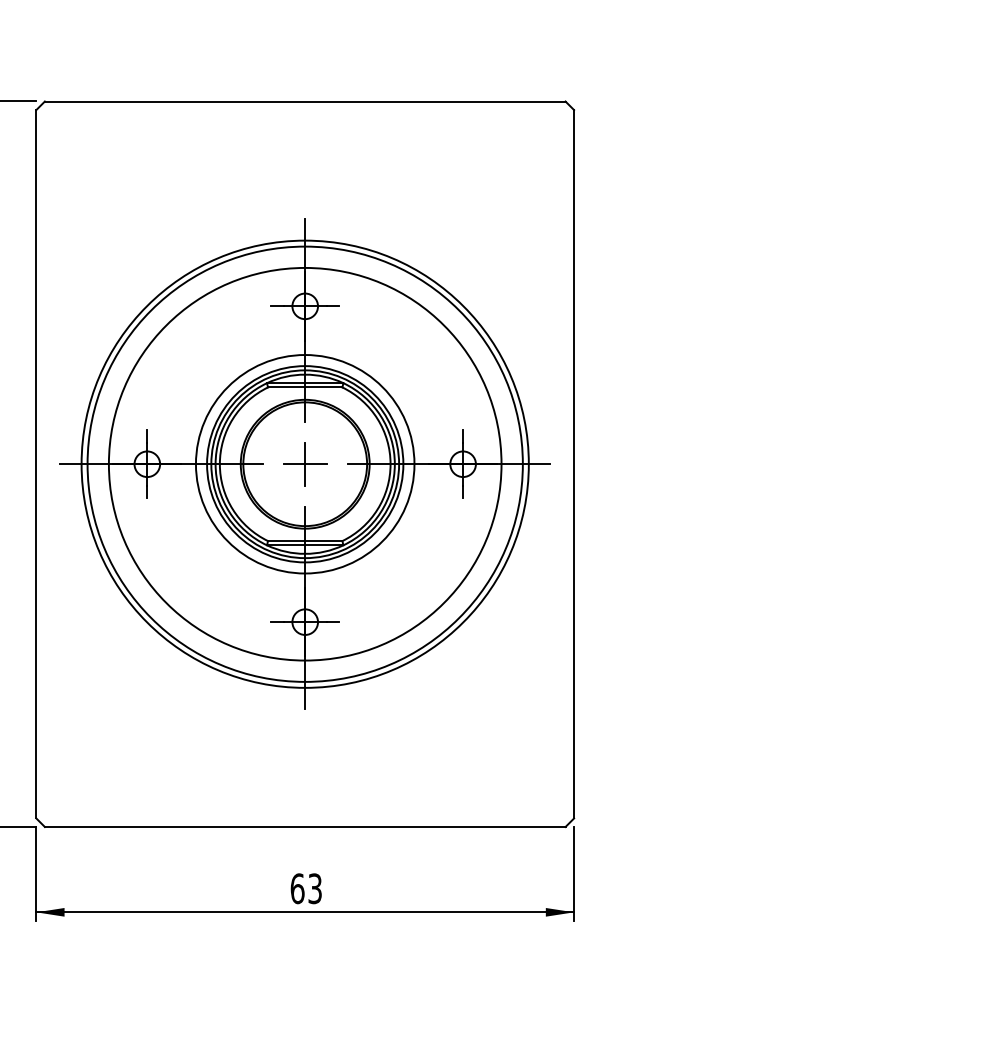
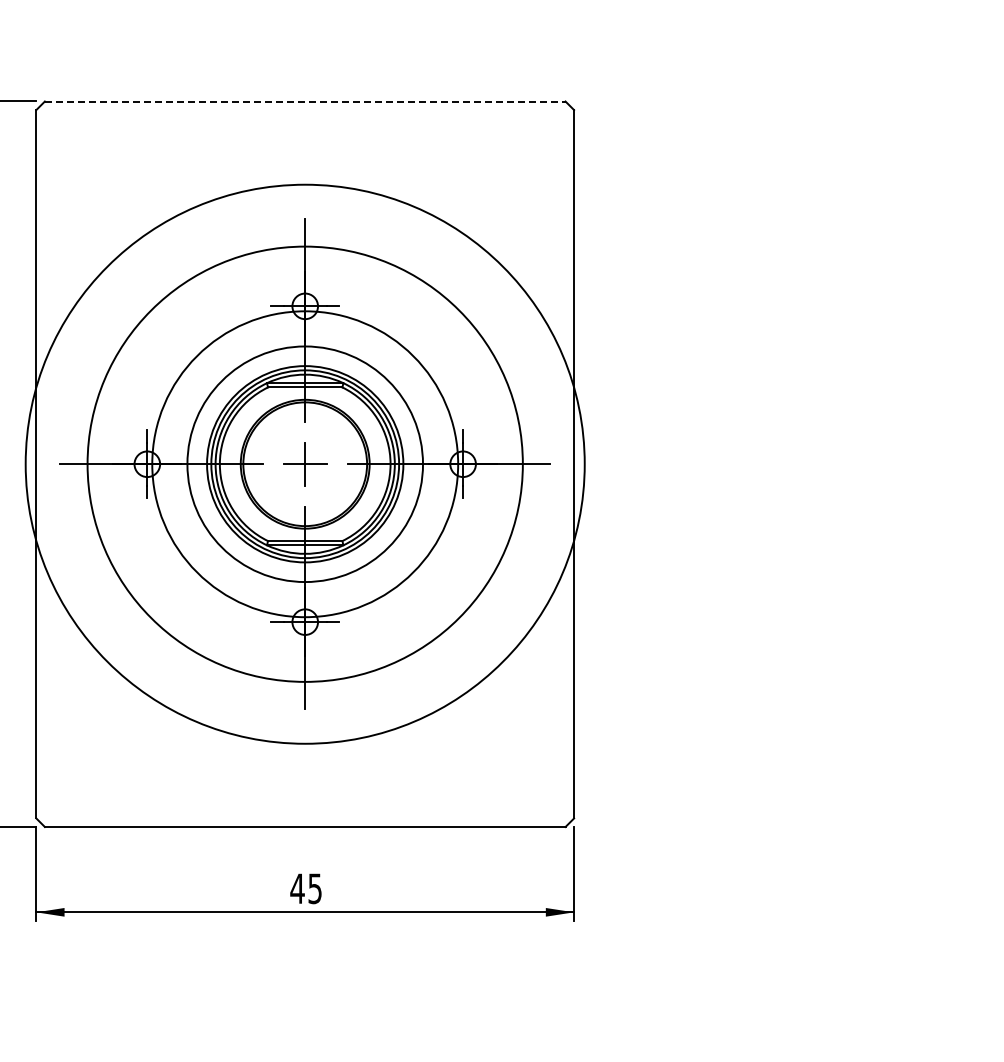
line at (305, 101): solid -> dashed
circle at (304, 463) diameter: 393 px -> 236 px
circle at (304, 463) diameter: 447 px -> 559 px
circle at (304, 464) diameter: 218 px -> 306 px
text at (305, 888): 63 -> 45
